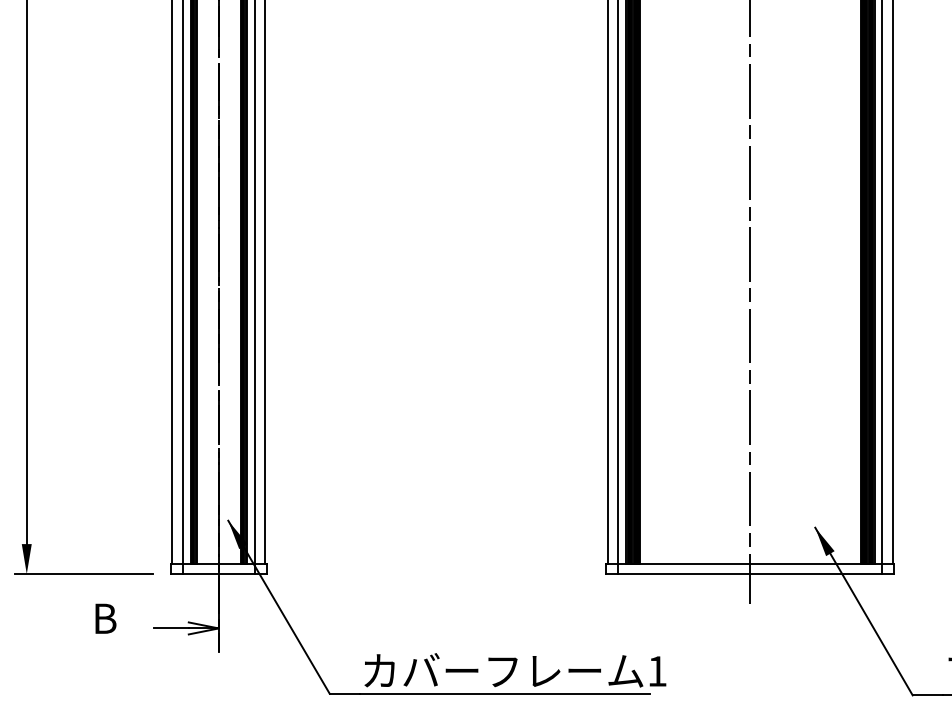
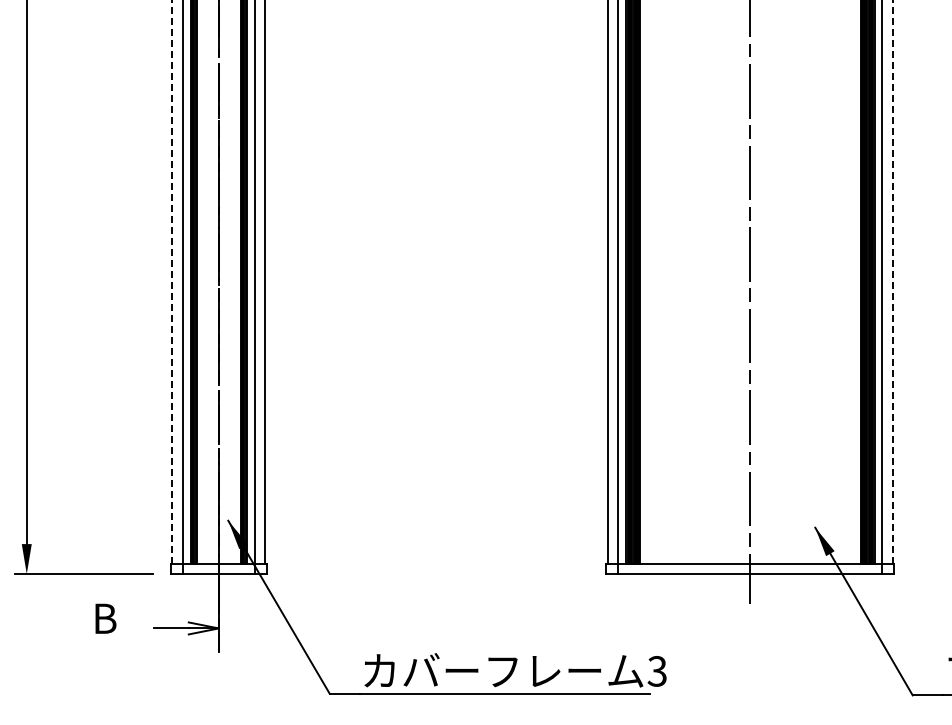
line at (172, 282): solid -> dashed
line at (893, 282): solid -> dashed
text at (656, 671): 1 -> 3
